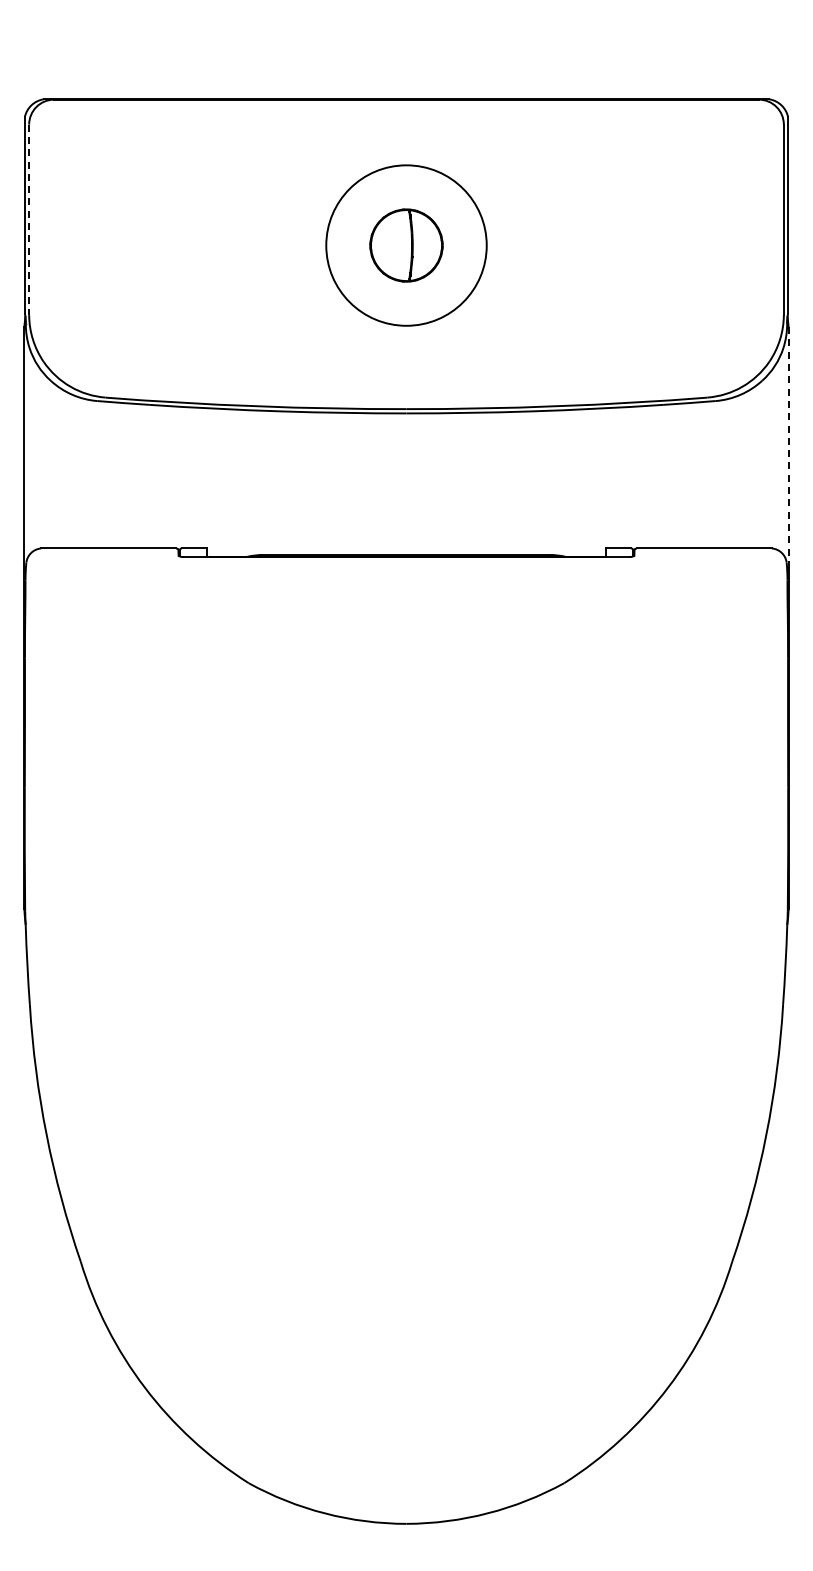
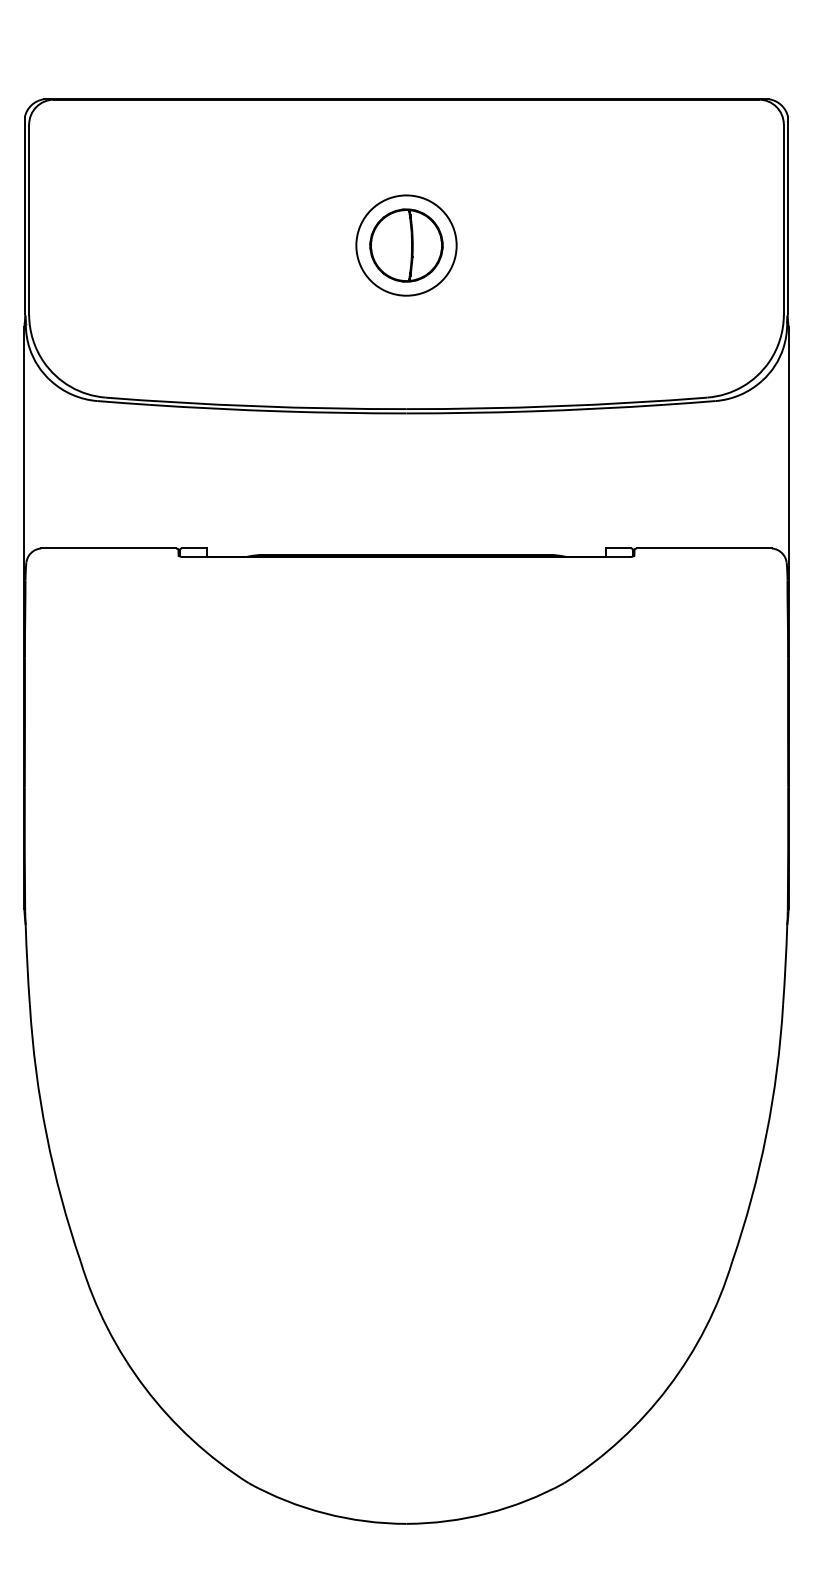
line at (29, 220): dashed -> solid
circle at (406, 245) diameter: 160 px -> 100 px
line at (788, 447): dashed -> solid
